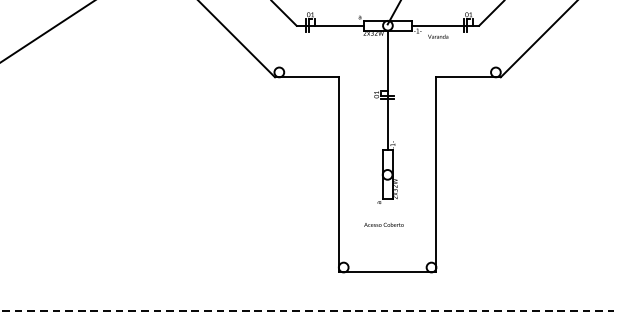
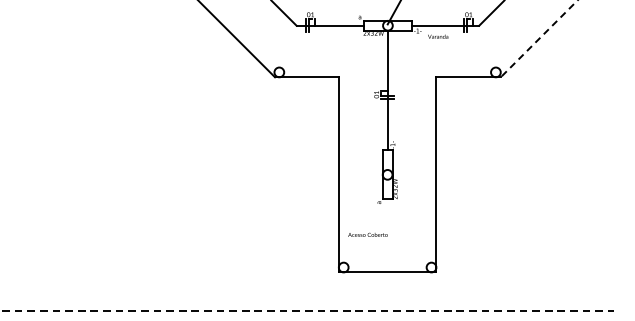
line at (47, 31): present -> none
line at (538, 39): solid -> dashed
text at (383, 224) position: (383, 224) -> (367, 234)
